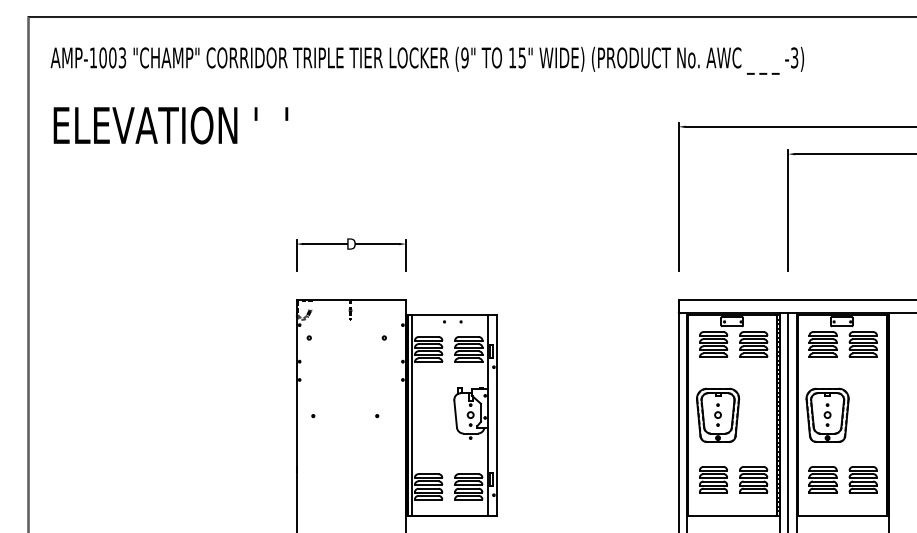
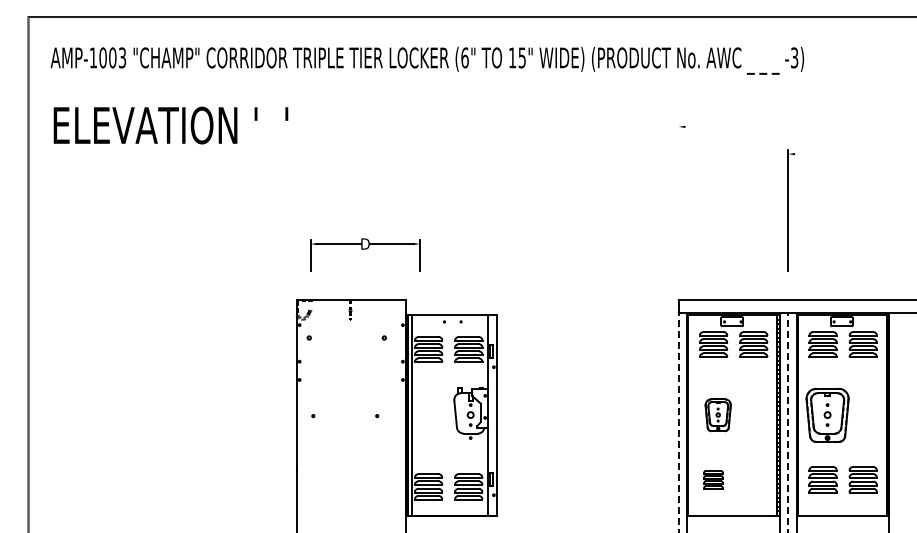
text at (464, 57): (9" -> (6"
line at (799, 126): present -> none
line at (854, 154): present -> none
line at (678, 197): present -> none
part at (351, 254) position: (351, 254) -> (365, 254)
part at (718, 414) size: 45x56 px -> 28x35 px
line at (678, 415): solid -> dashed
line at (788, 422): solid -> dashed
part at (713, 479) size: 29x28 px -> 21x20 px
part at (753, 479): present -> none
